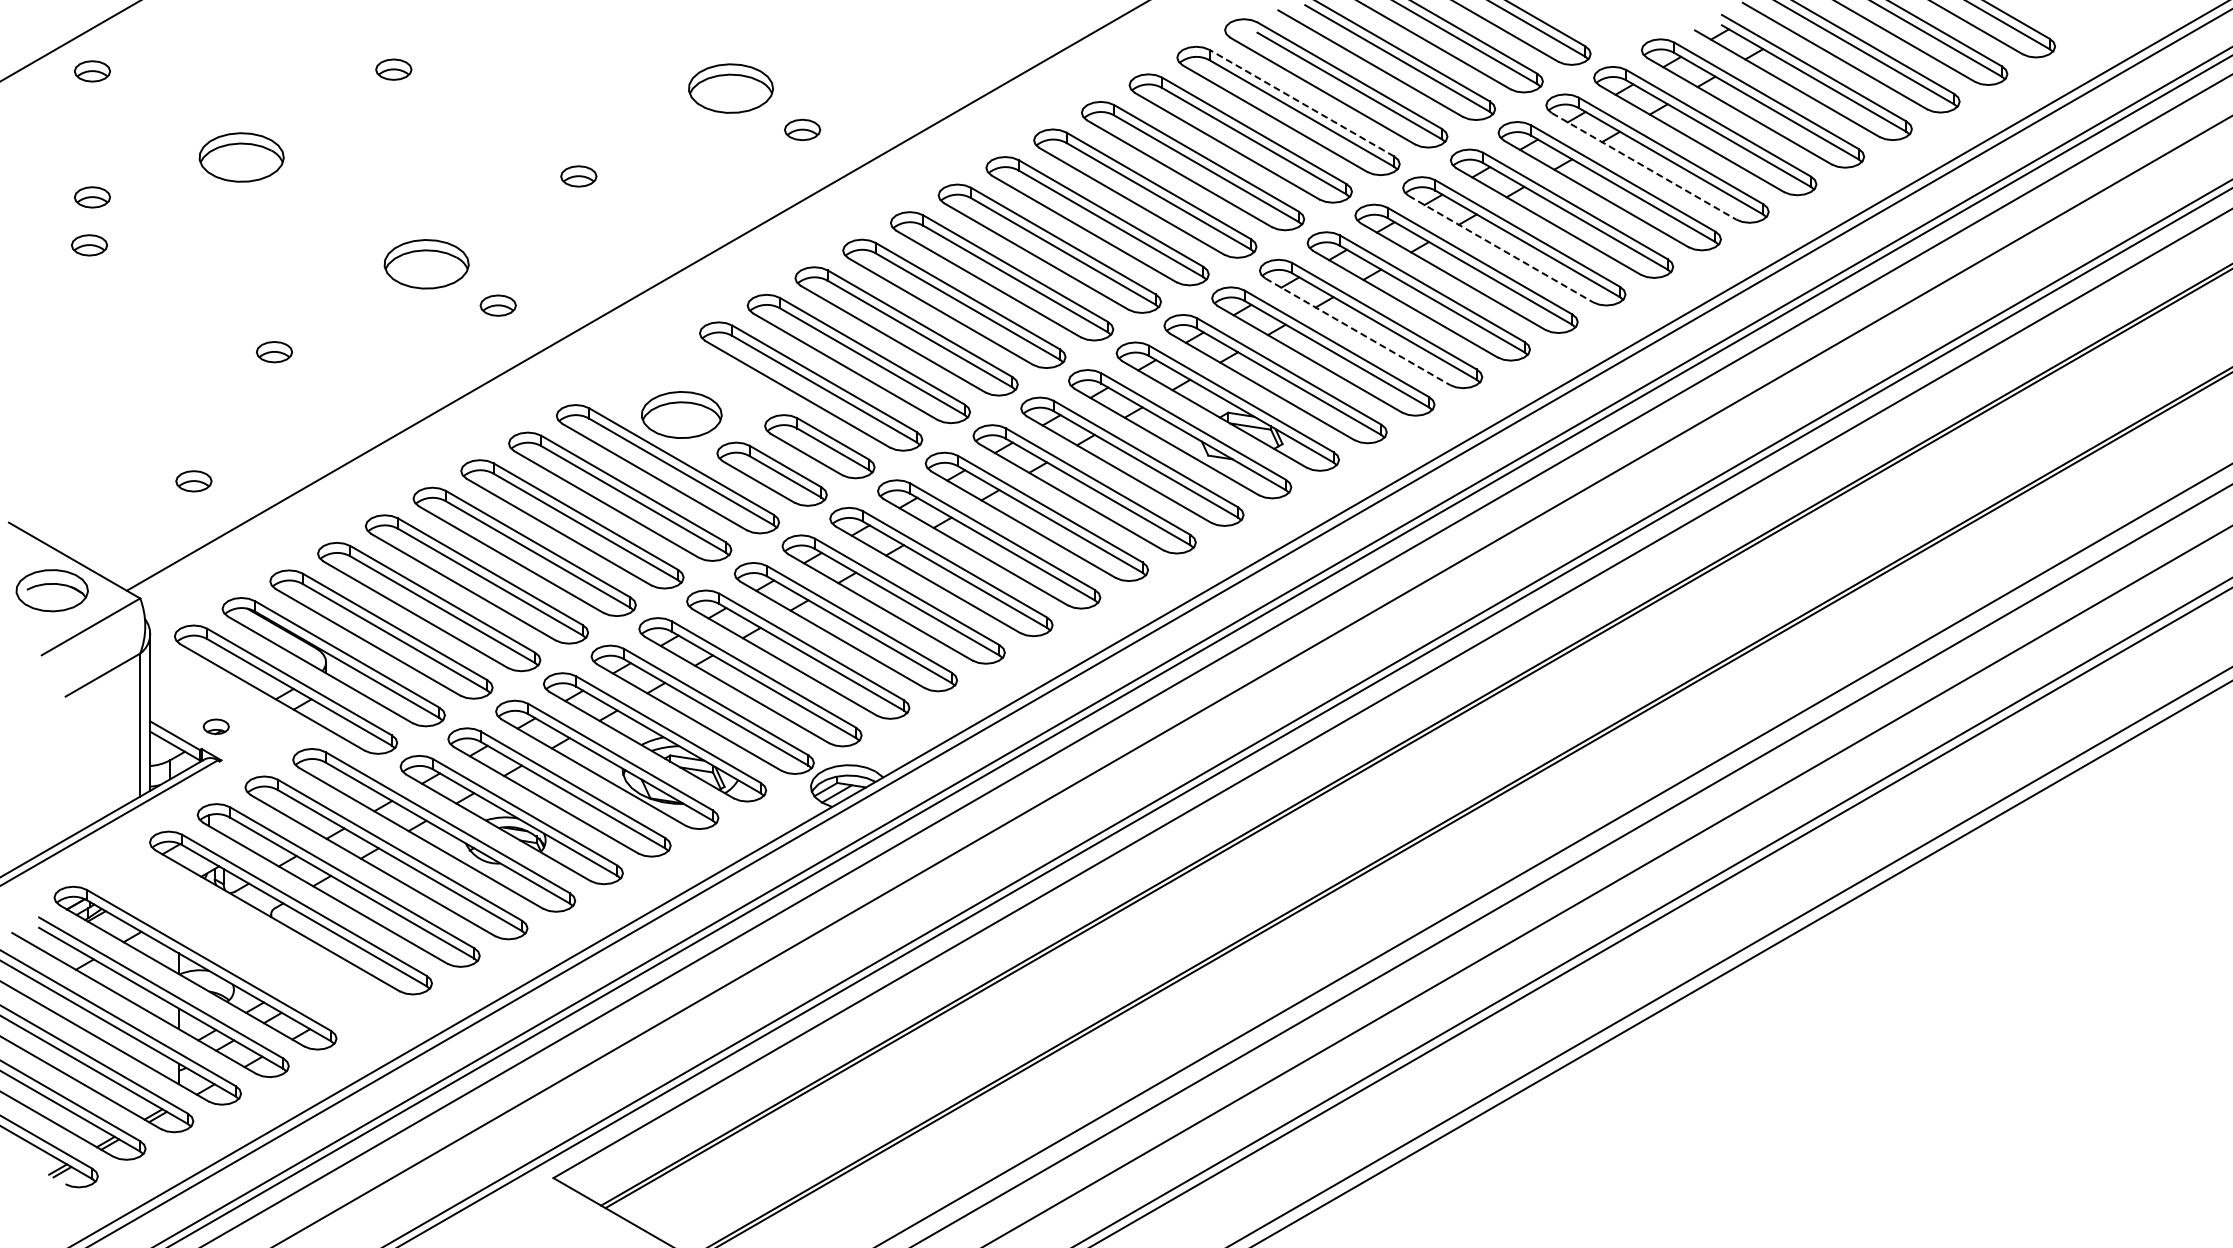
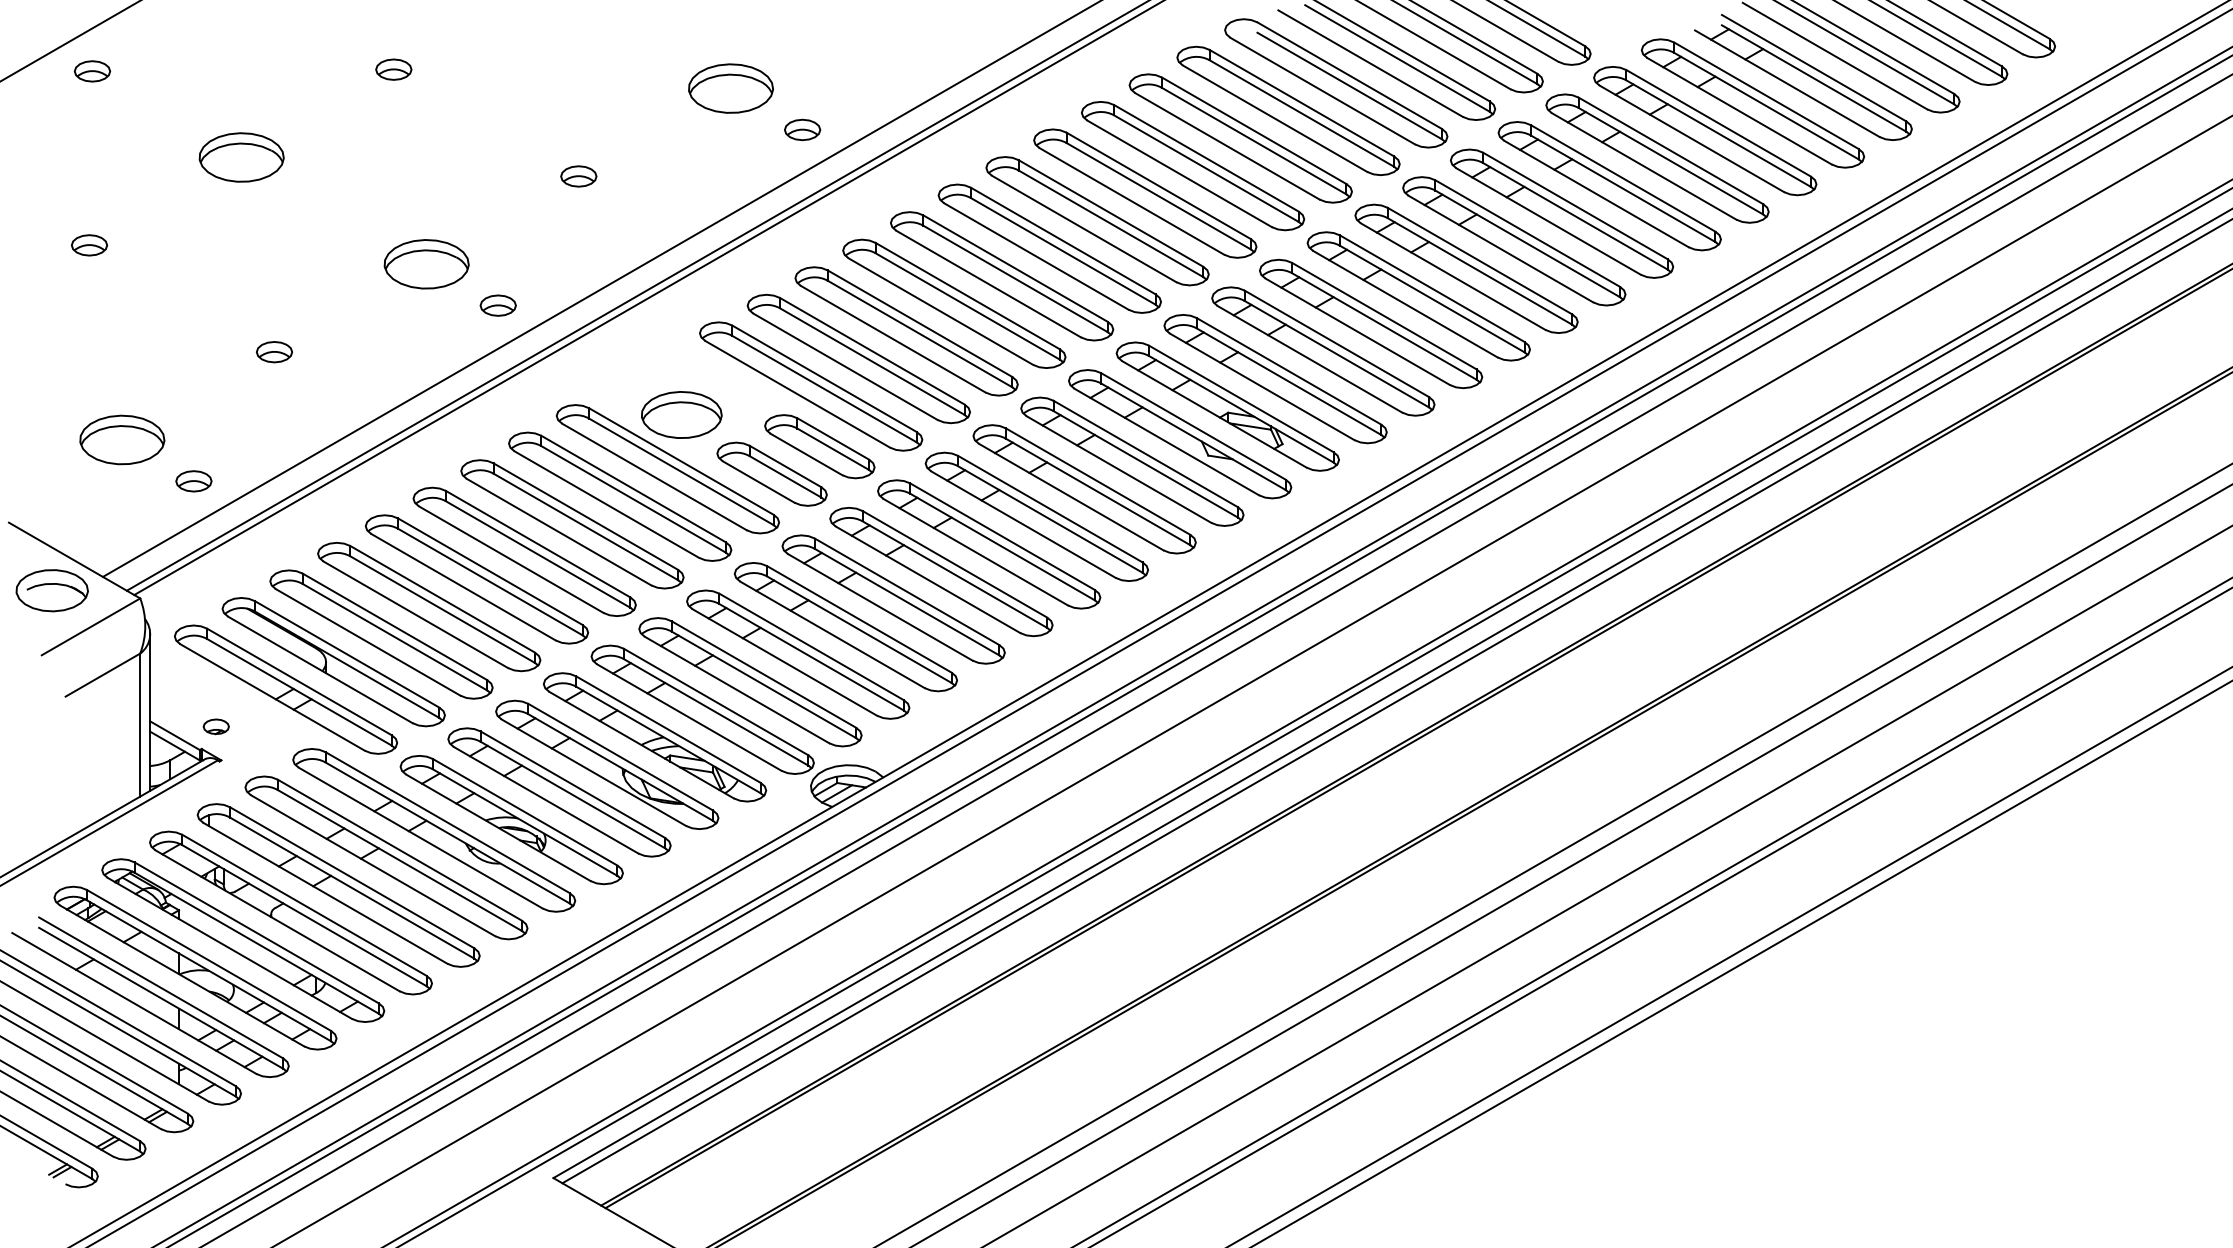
line at (1301, 103): dashed -> solid
line at (1644, 166): dashed -> solid
part at (92, 197): present -> none
line at (1500, 249): dashed -> solid
line at (600, 289): none -> present
line at (647, 298): none -> present
line at (1357, 331): dashed -> solid
part at (122, 439): none -> present
line at (1395, 701): none -> present
part at (243, 940): none -> present
